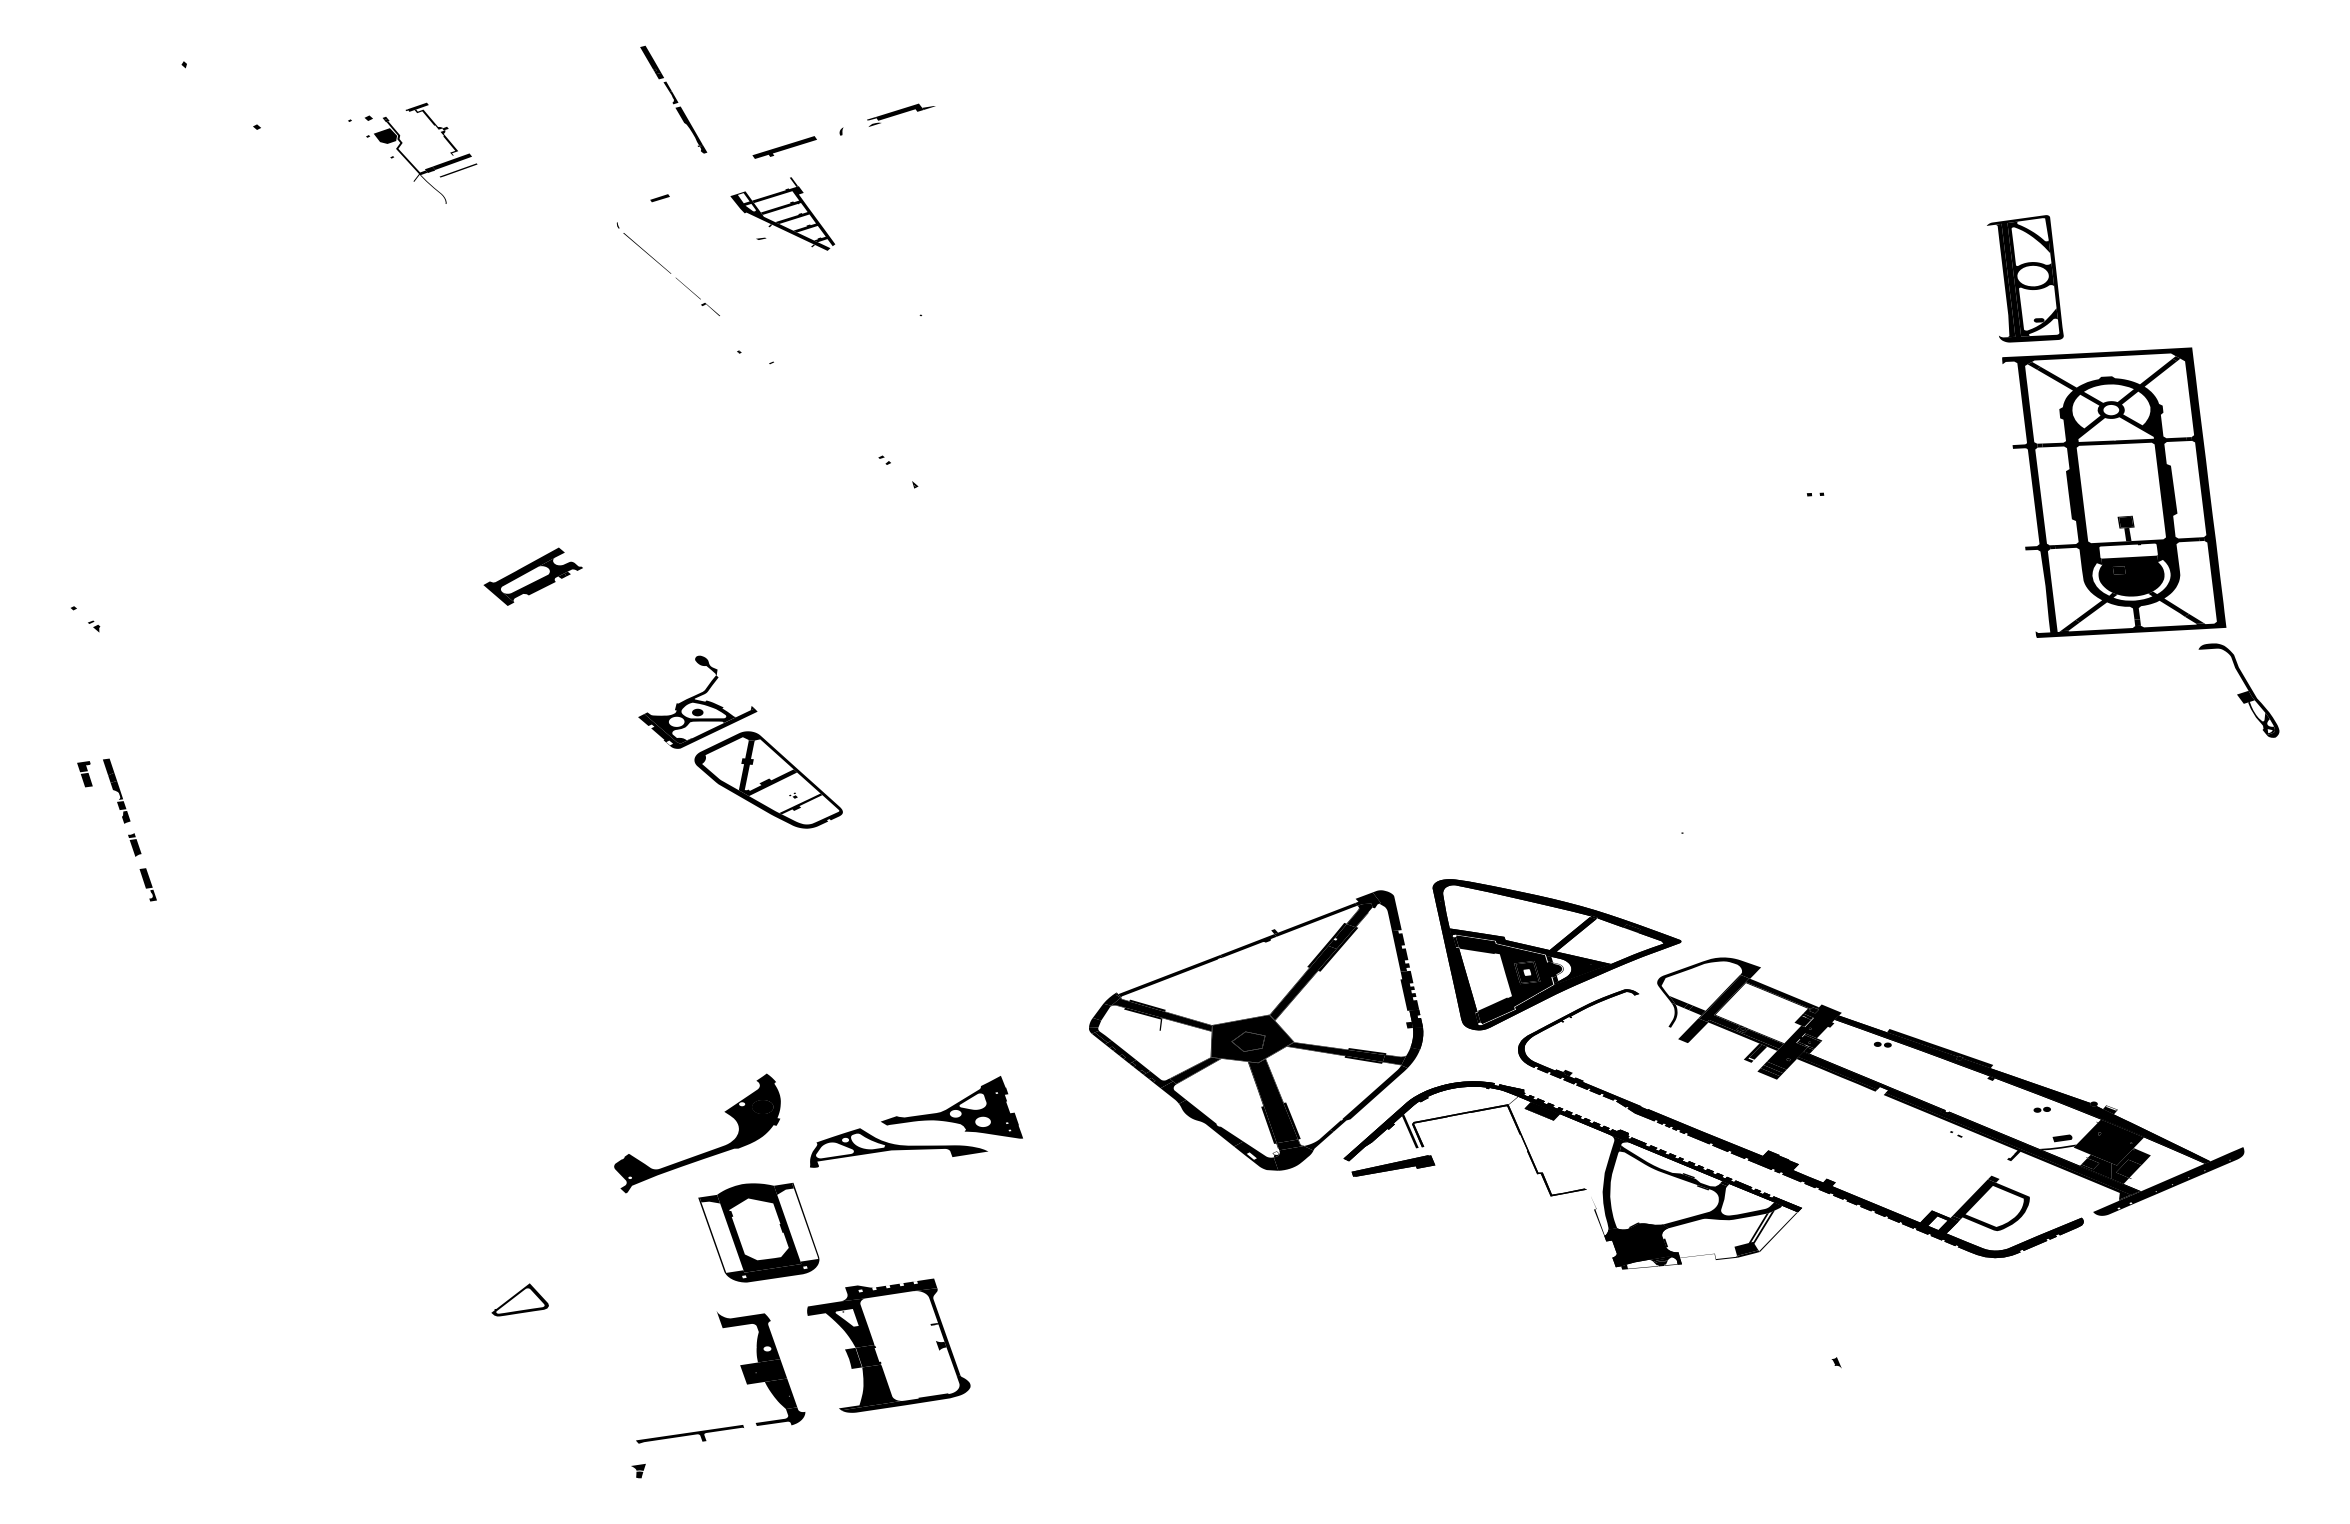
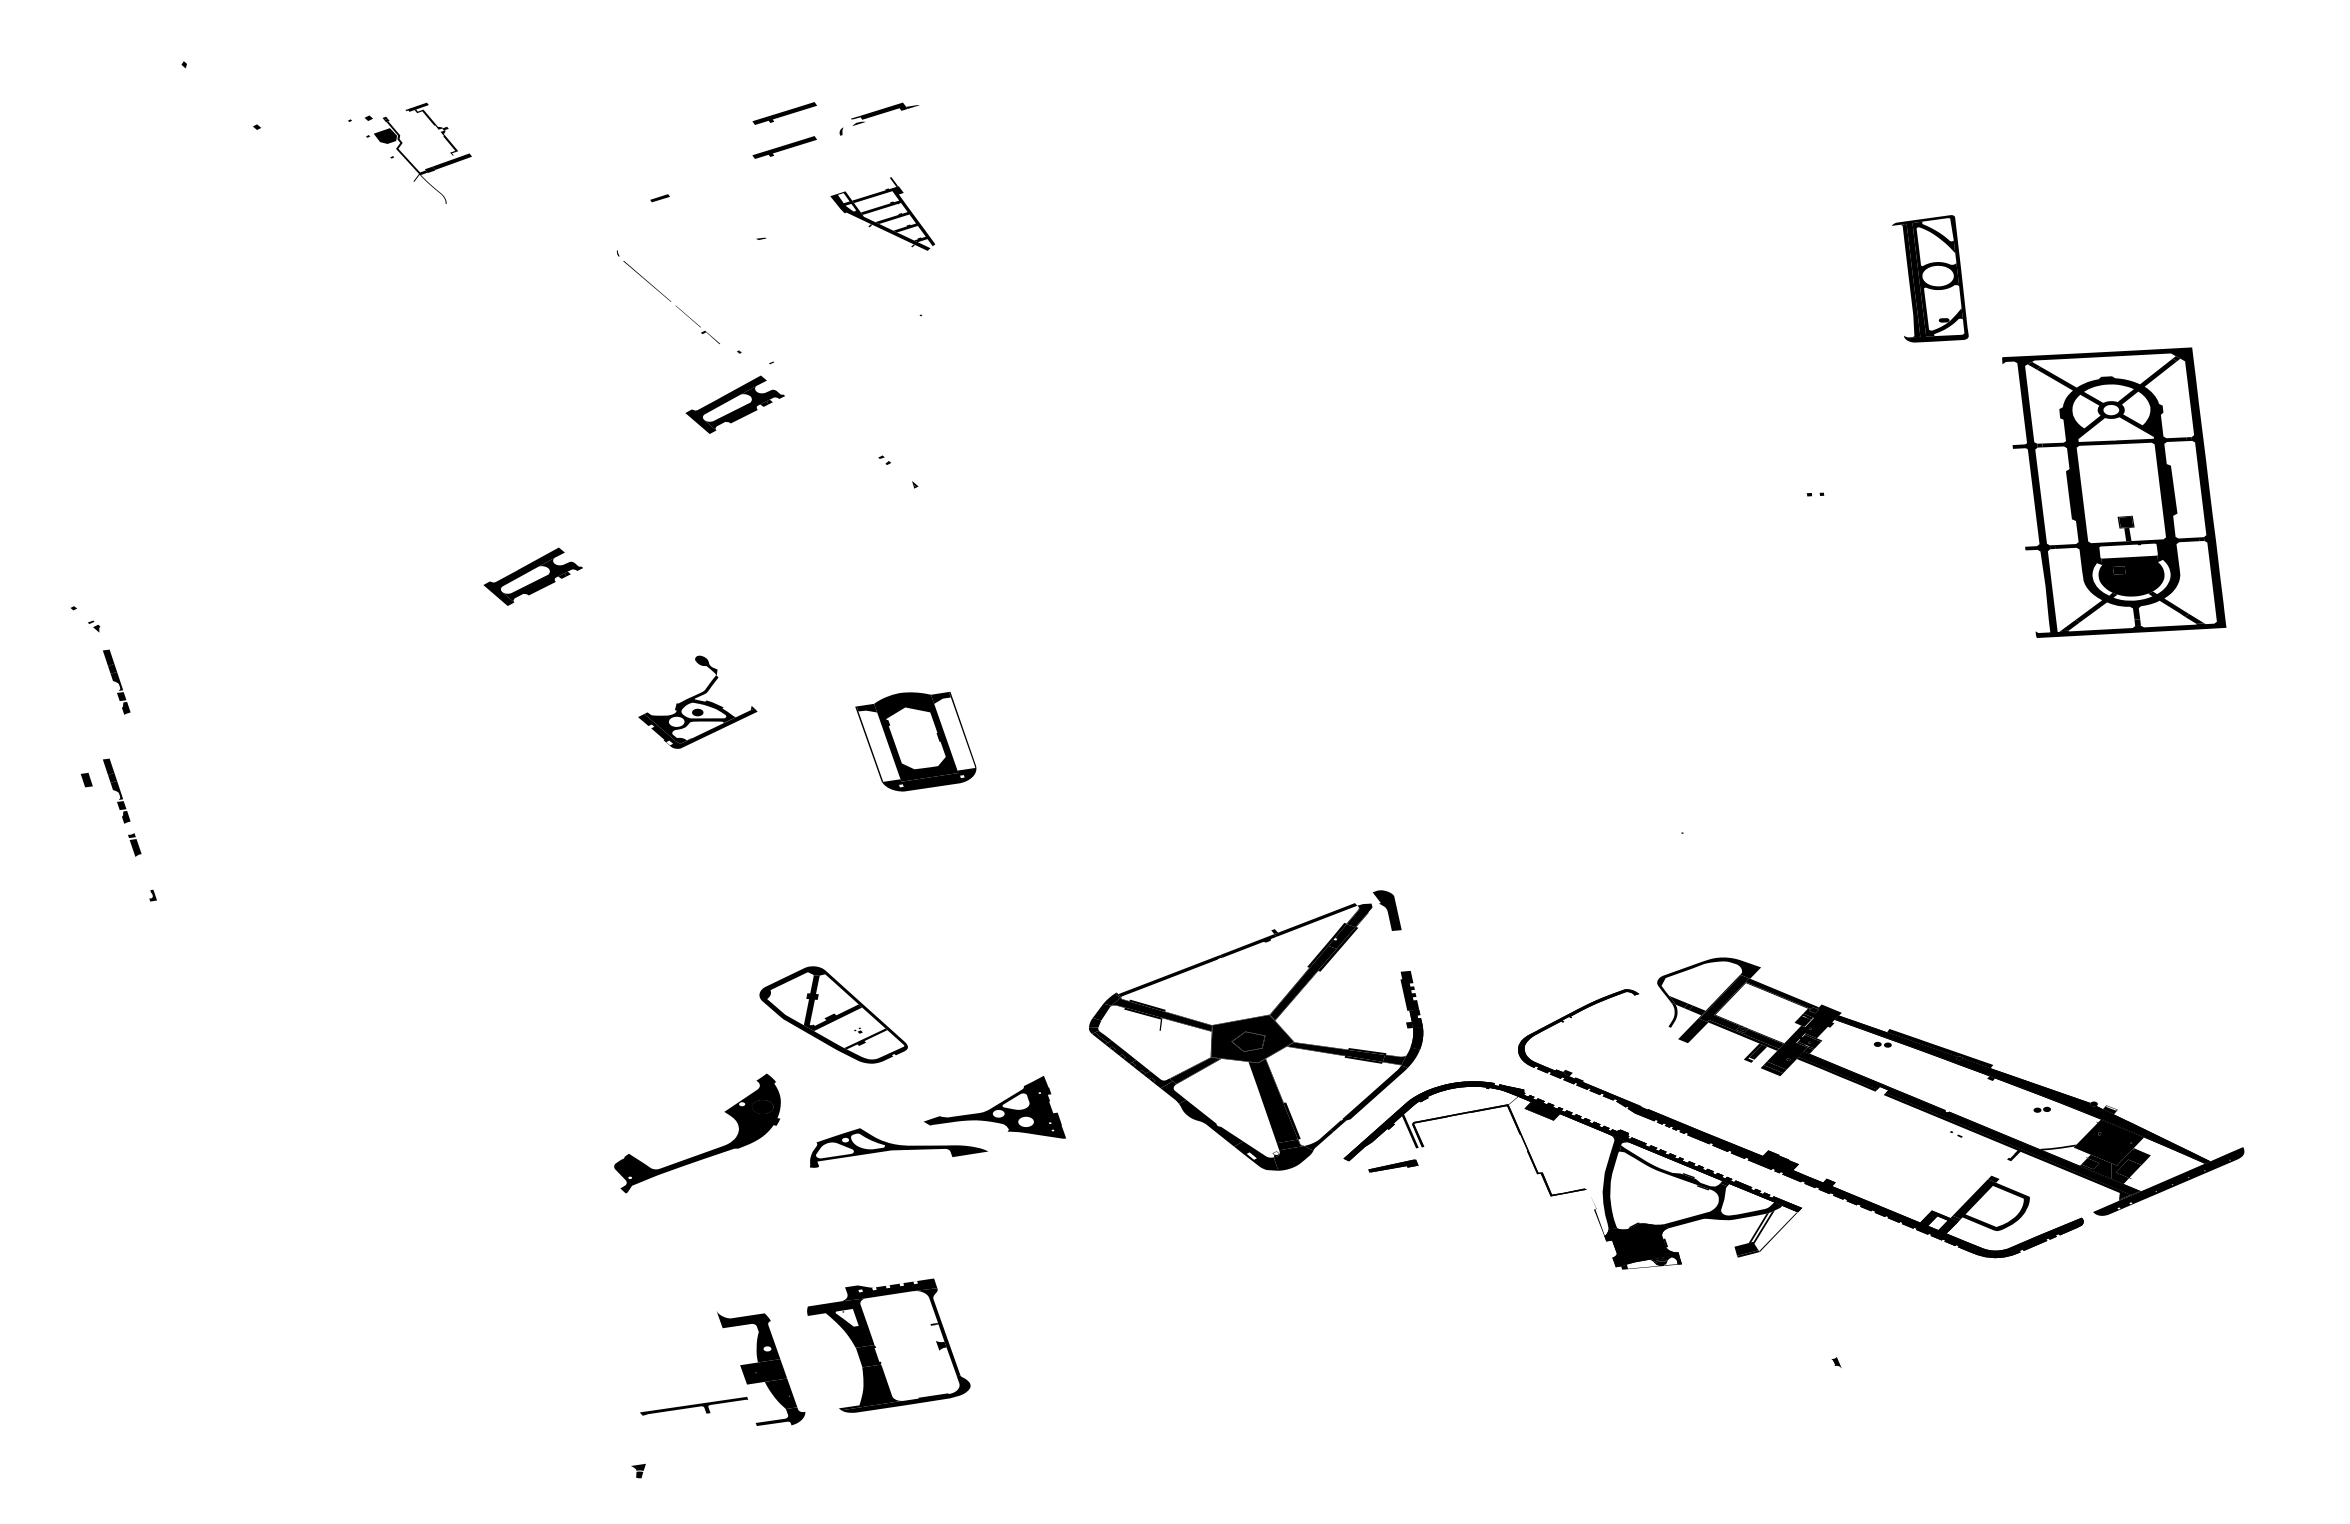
part at (673, 99): present -> none
part at (784, 113): none -> present
part at (901, 114) position: (901, 114) -> (885, 113)
line at (458, 170): present -> none
part at (782, 213) position: (782, 213) -> (882, 213)
part at (667, 268) position: (667, 268) -> (667, 296)
part at (2025, 278) position: (2025, 278) -> (1930, 278)
part at (734, 404): none -> present
part at (116, 681): none -> present
part at (2238, 690): present -> none
fill at (83, 766): present -> none
part at (768, 779) position: (768, 779) -> (833, 1014)
fill at (145, 878): present -> none
fill at (1367, 900): present -> none
fill at (1400, 950): present -> none
part at (1556, 954): present -> none
fill at (1768, 1073): present -> none
fill at (1262, 1104): present -> none
part at (951, 1107) position: (951, 1107) -> (994, 1107)
fill at (2062, 1138): present -> none
part at (1393, 1165) size: 85x22 px -> 51x14 px
part at (758, 1232) position: (758, 1232) -> (915, 741)
fill at (1708, 1256): present -> none
part at (519, 1299): present -> none
fill at (853, 1357): present -> none
part at (689, 1434) position: (689, 1434) -> (693, 1406)
